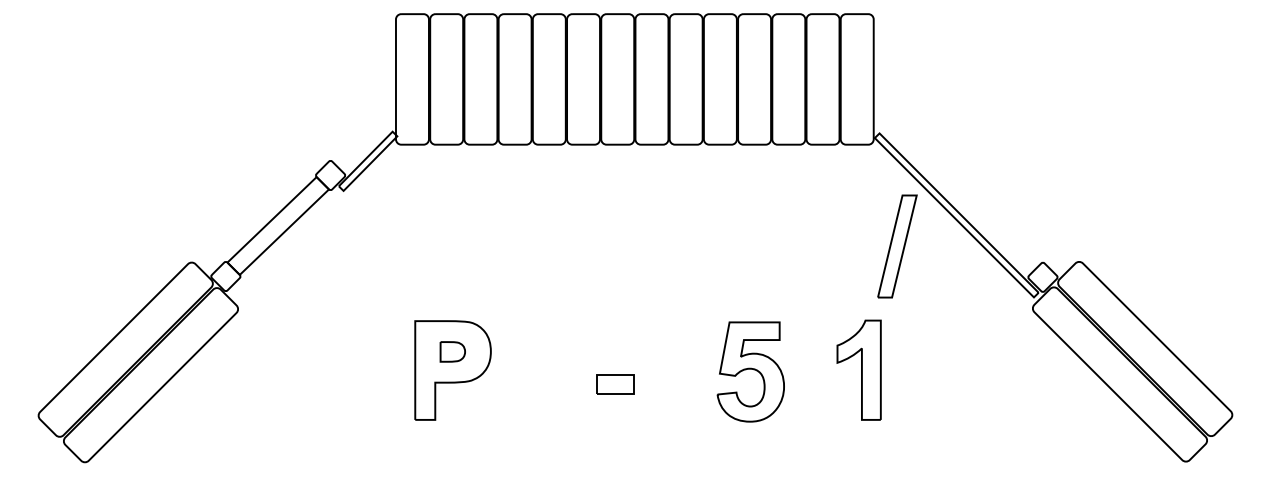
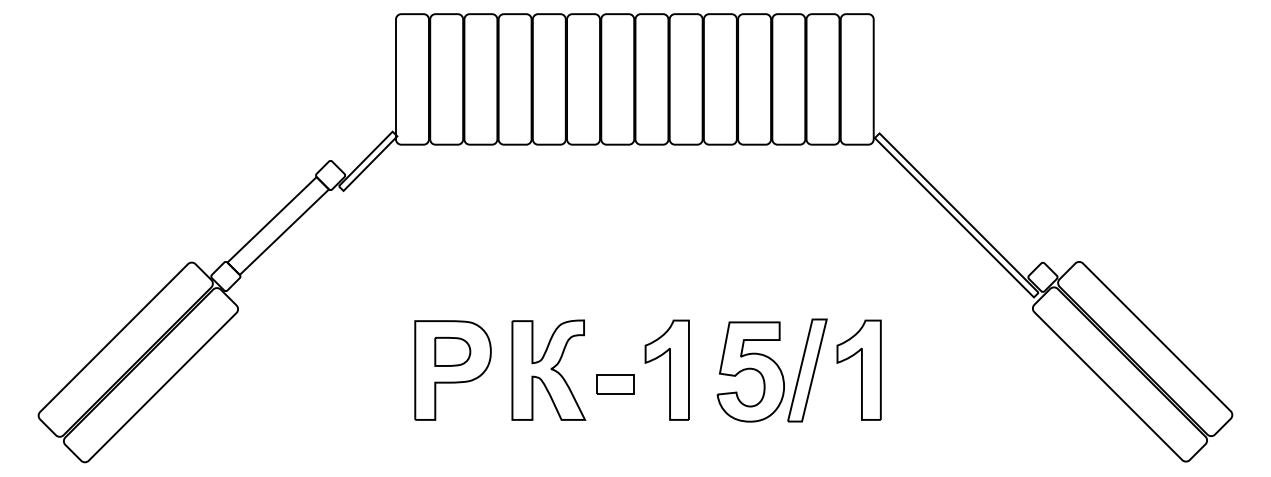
part at (897, 246) position: (897, 246) -> (807, 370)
part at (452, 351) size: 27x22 px -> 38x30 px
part at (548, 369): none -> present
part at (666, 369): none -> present
